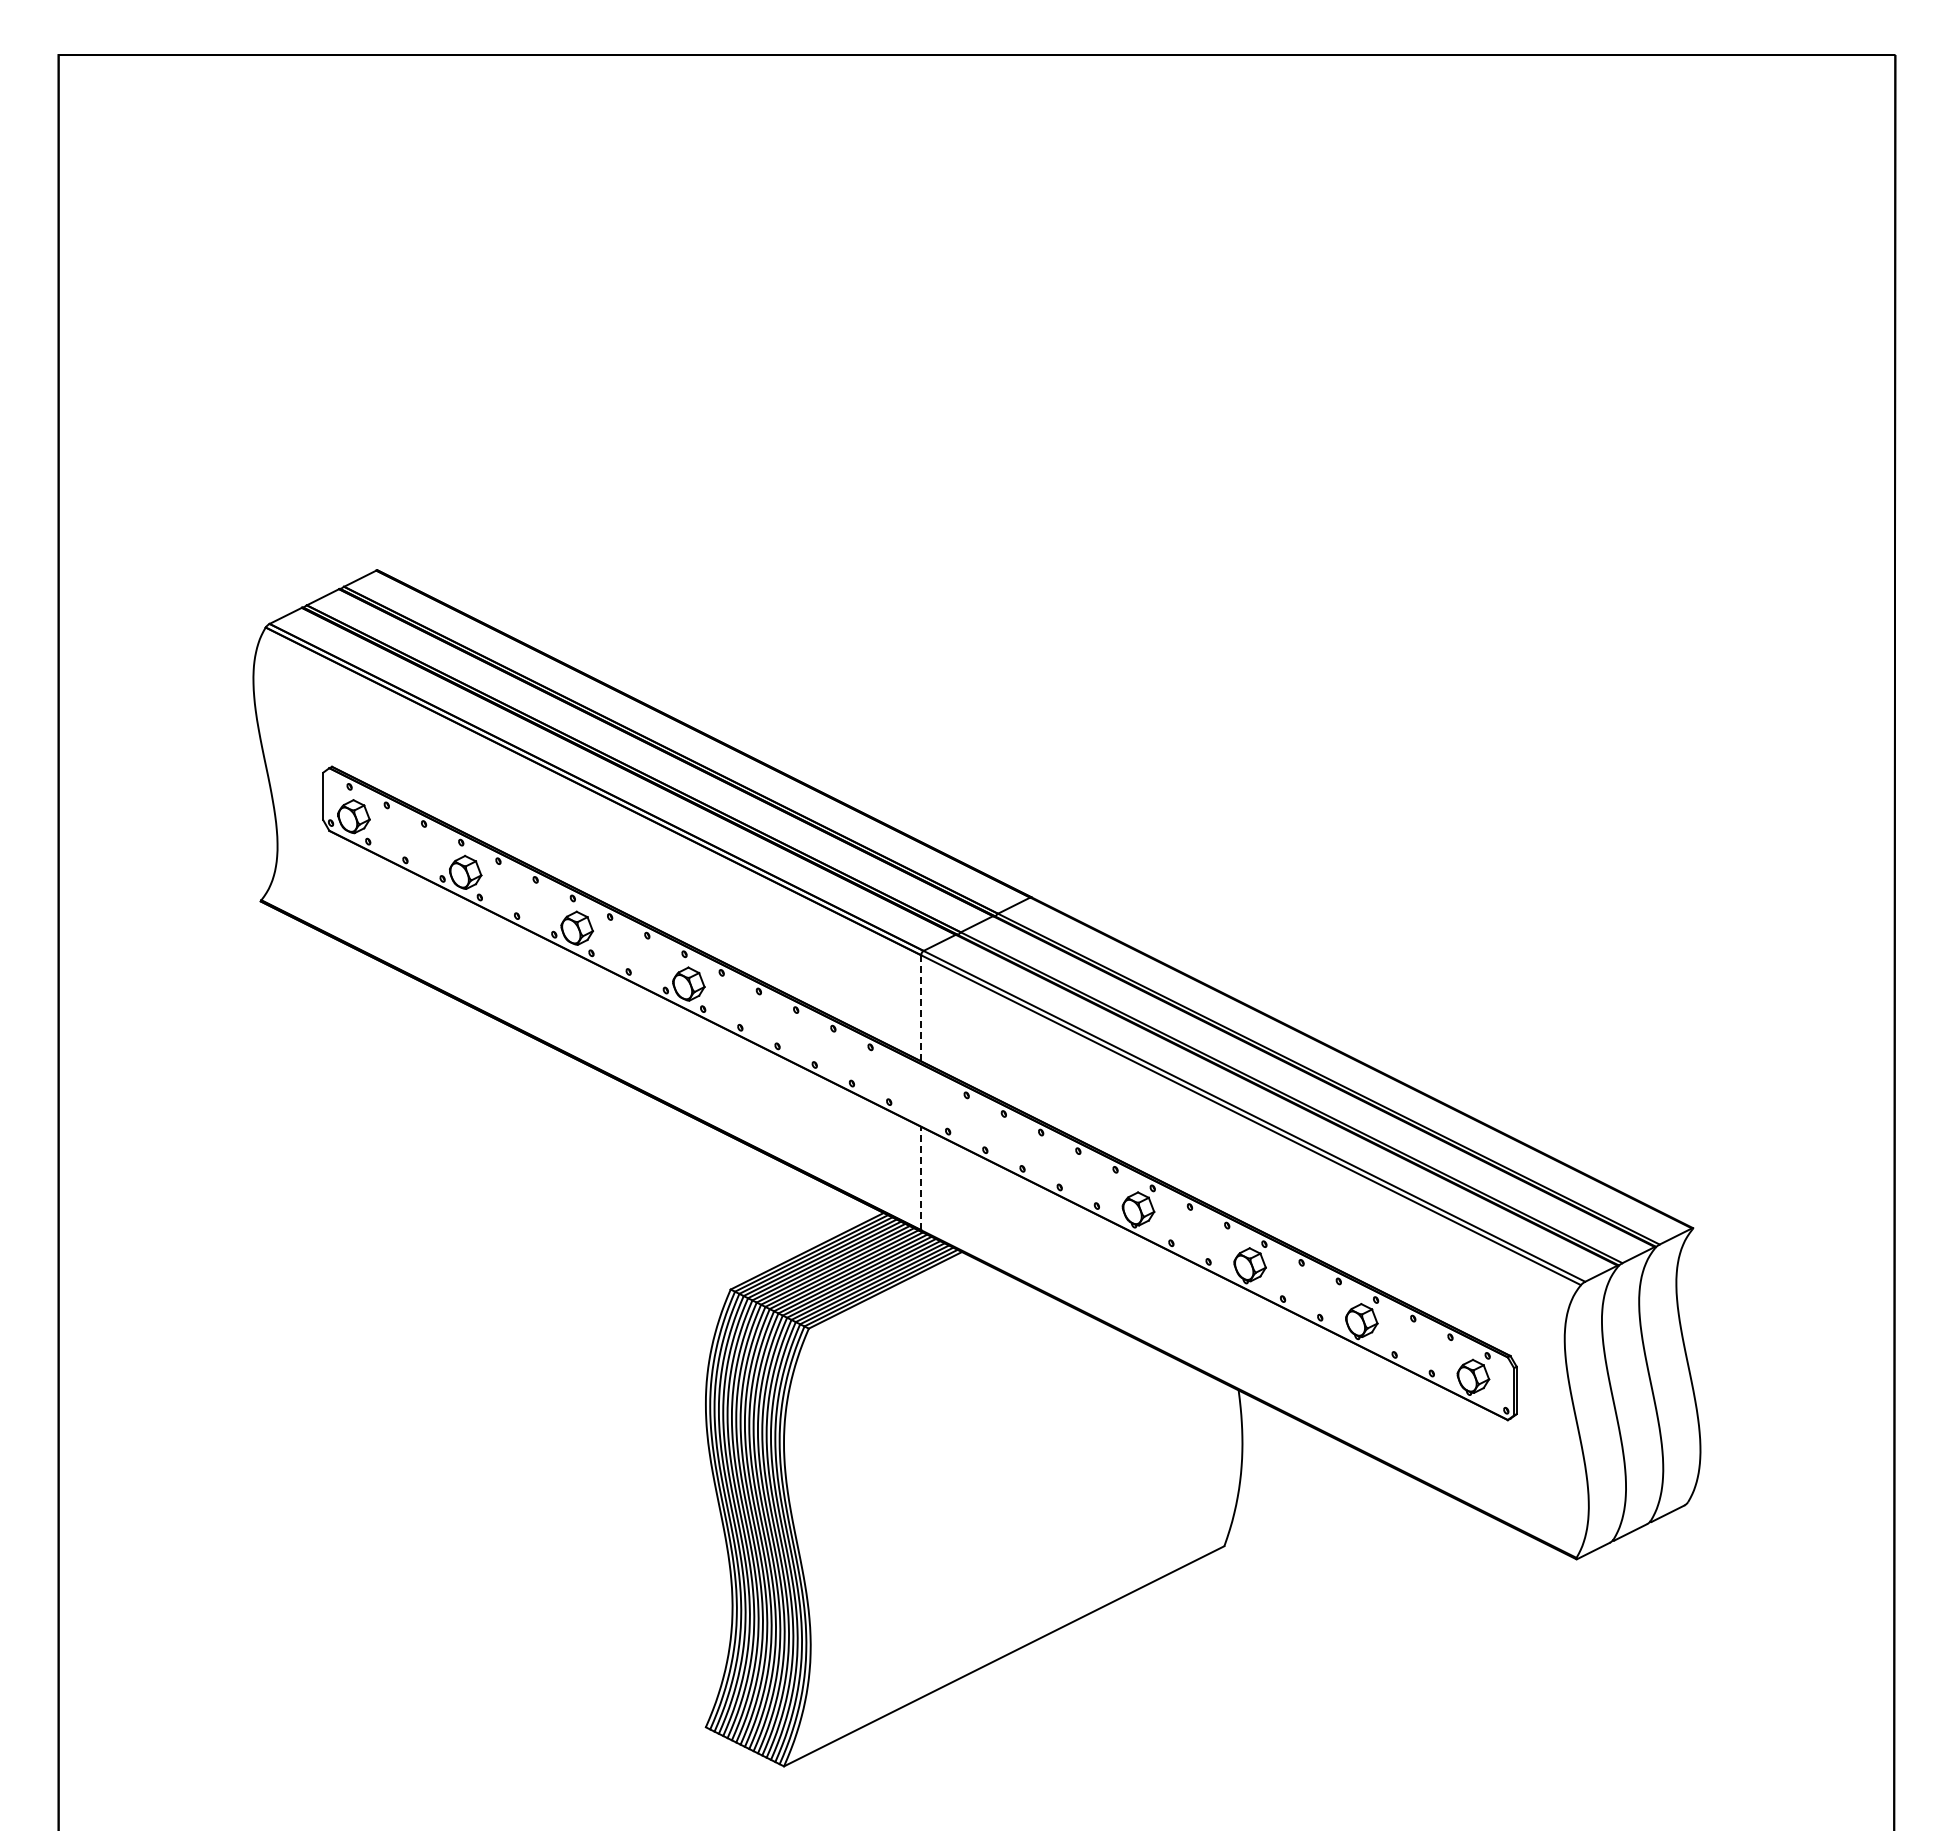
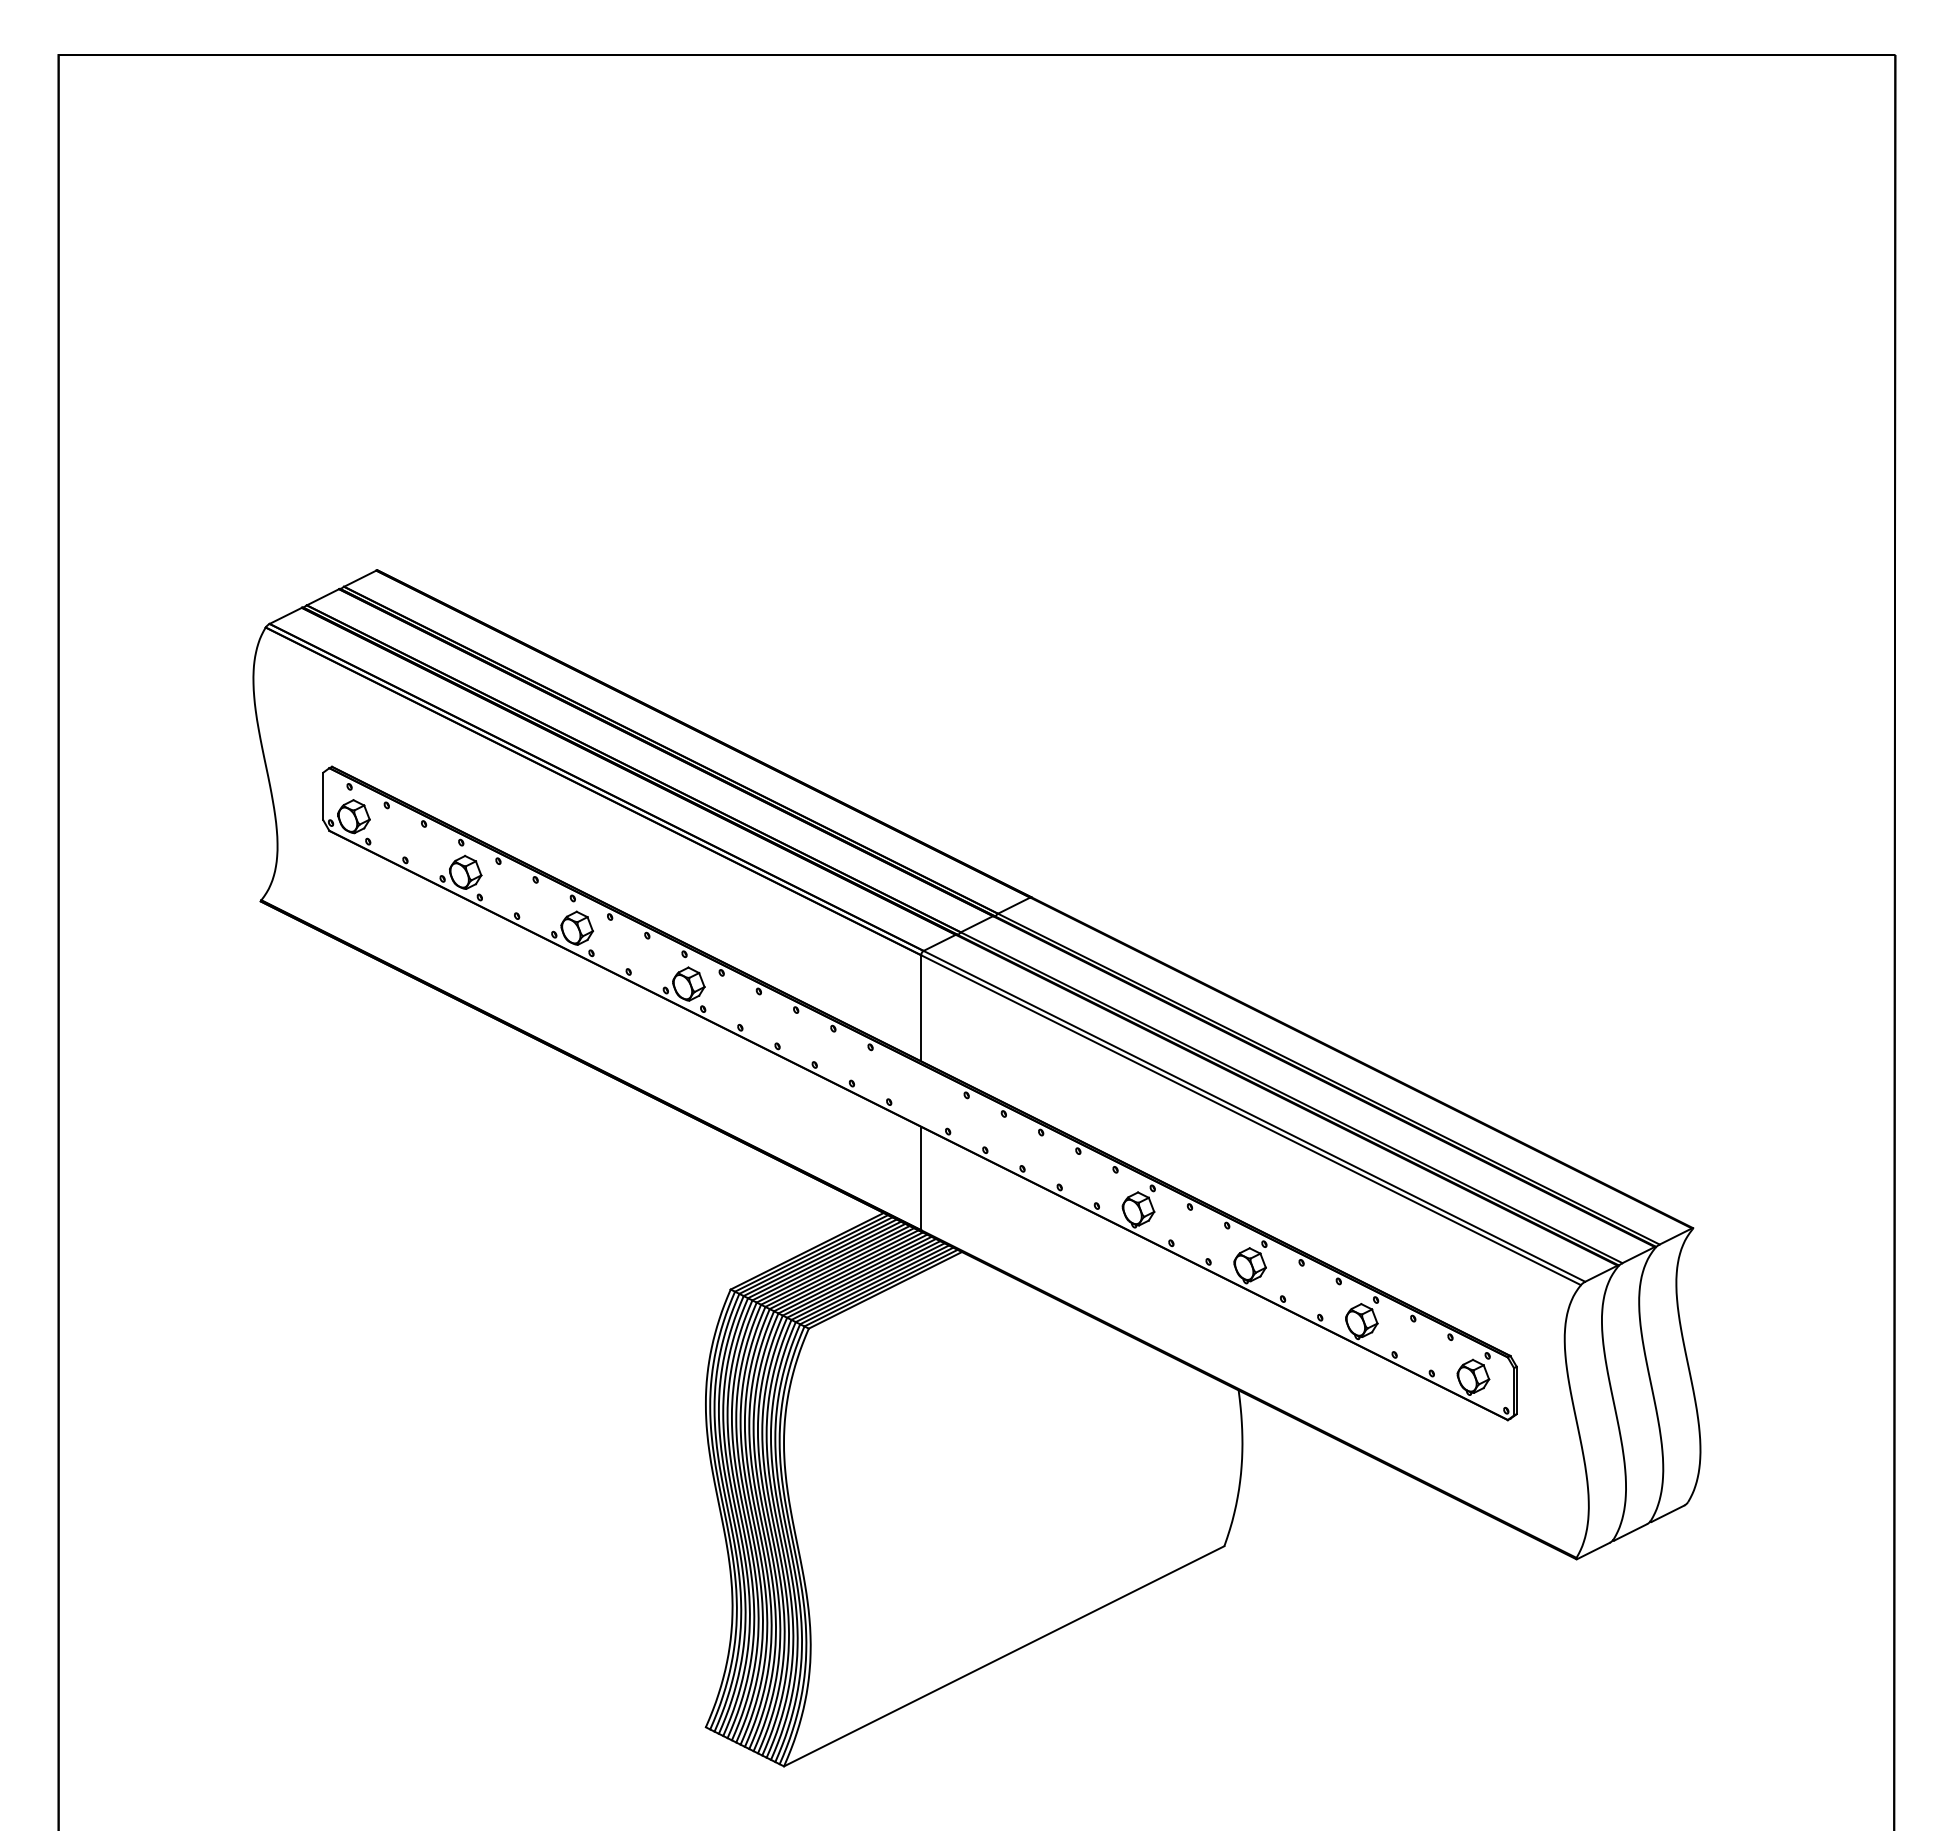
line at (921, 1007): dashed -> solid
line at (921, 1178): dashed -> solid
